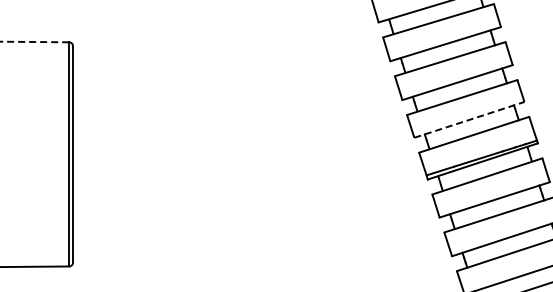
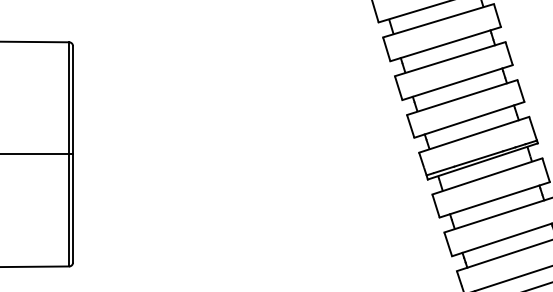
line at (34, 42): dashed -> solid
line at (469, 119): dashed -> solid
line at (37, 154): none -> present
